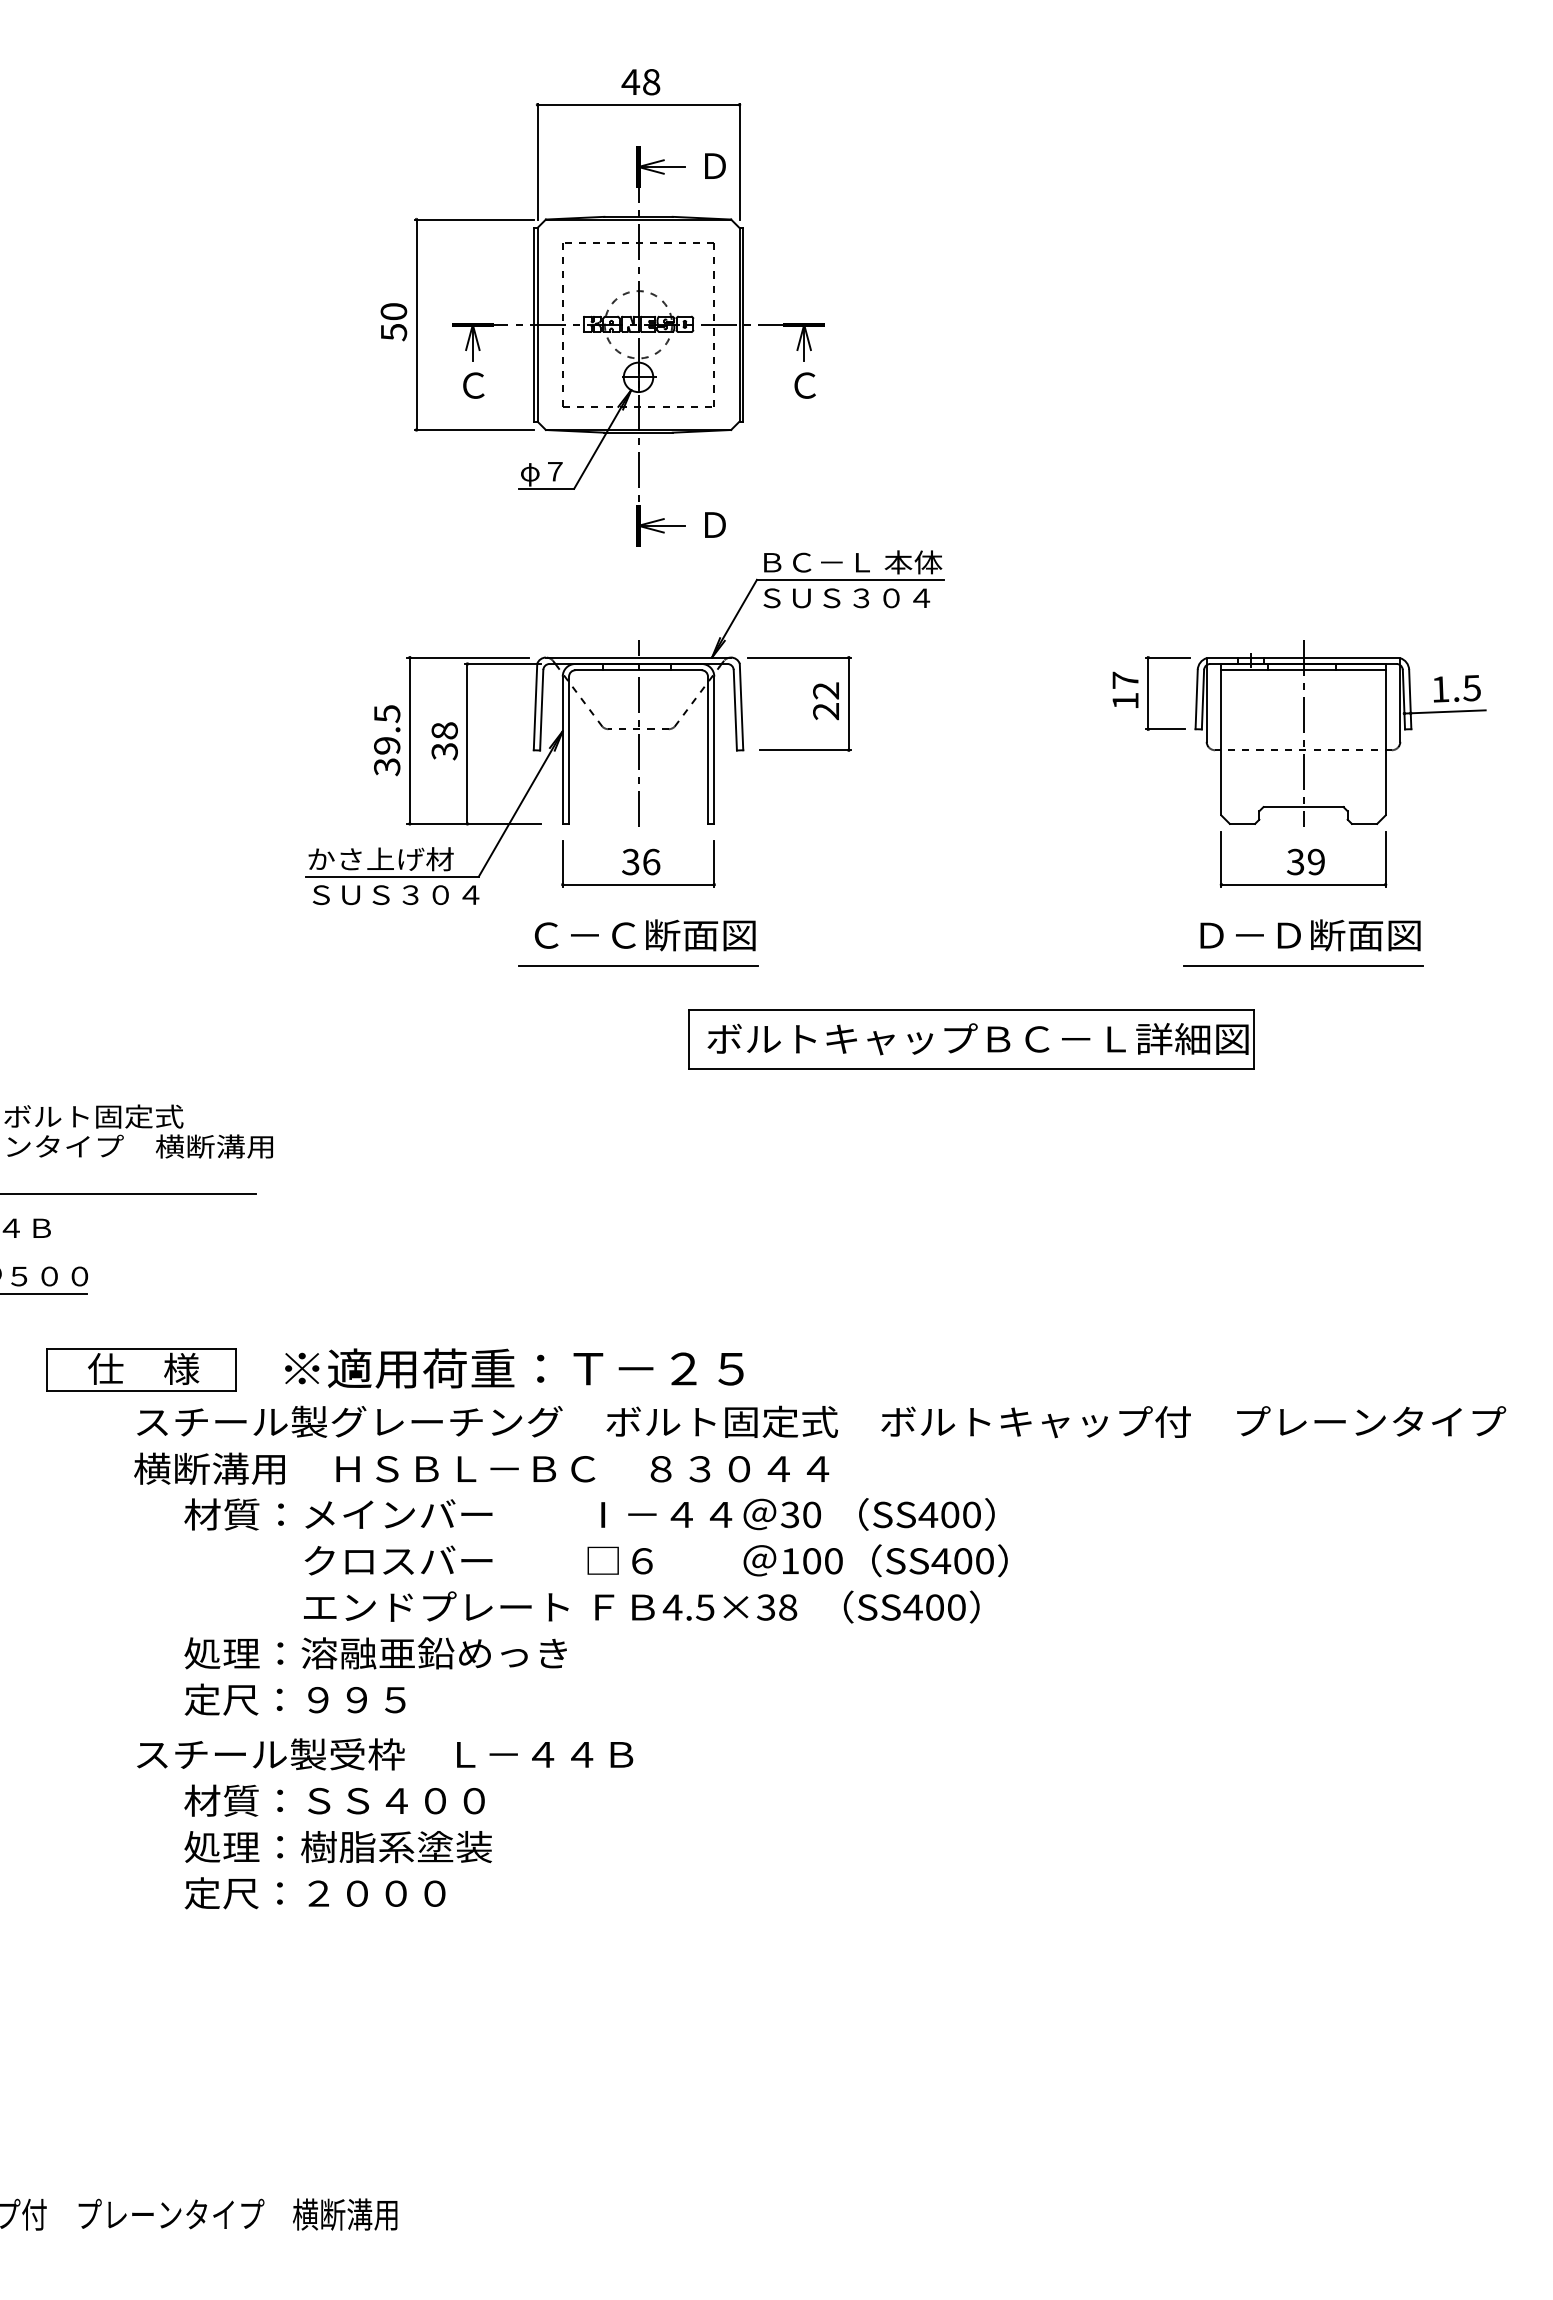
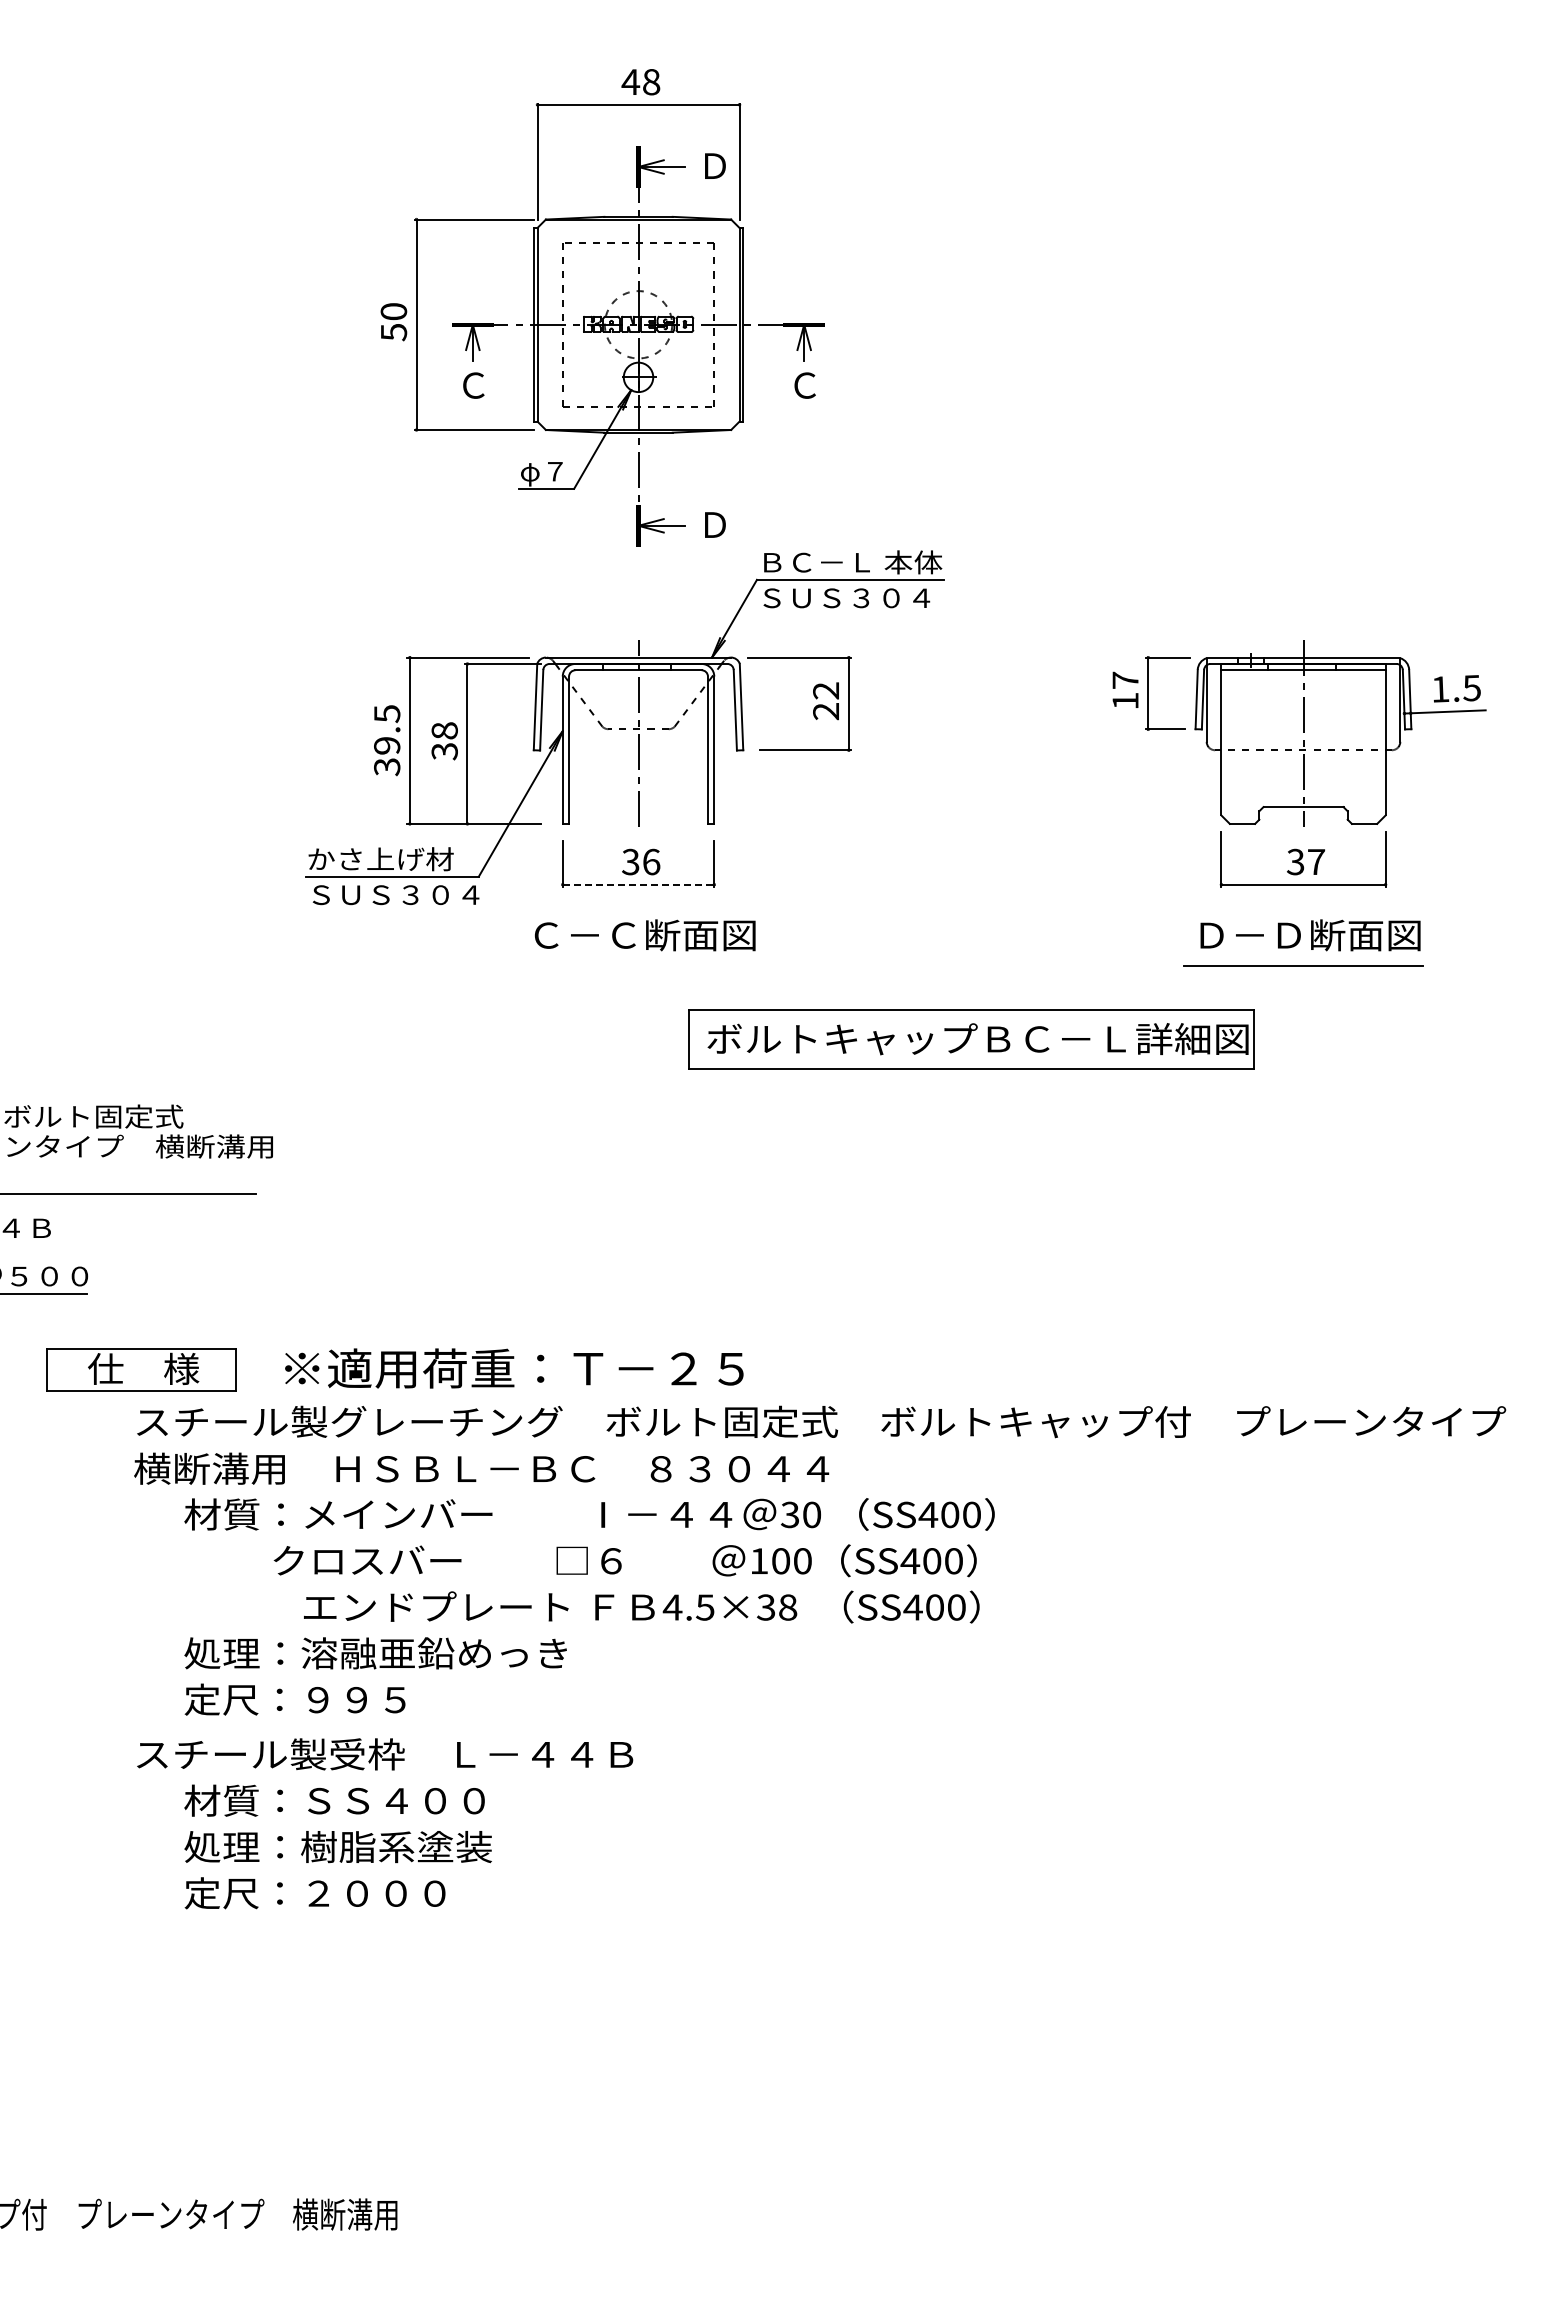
text at (1316, 861): 39 -> 37
line at (638, 884): solid -> dashed
line at (638, 965): present -> none
text at (655, 1560) position: (655, 1560) -> (624, 1560)
